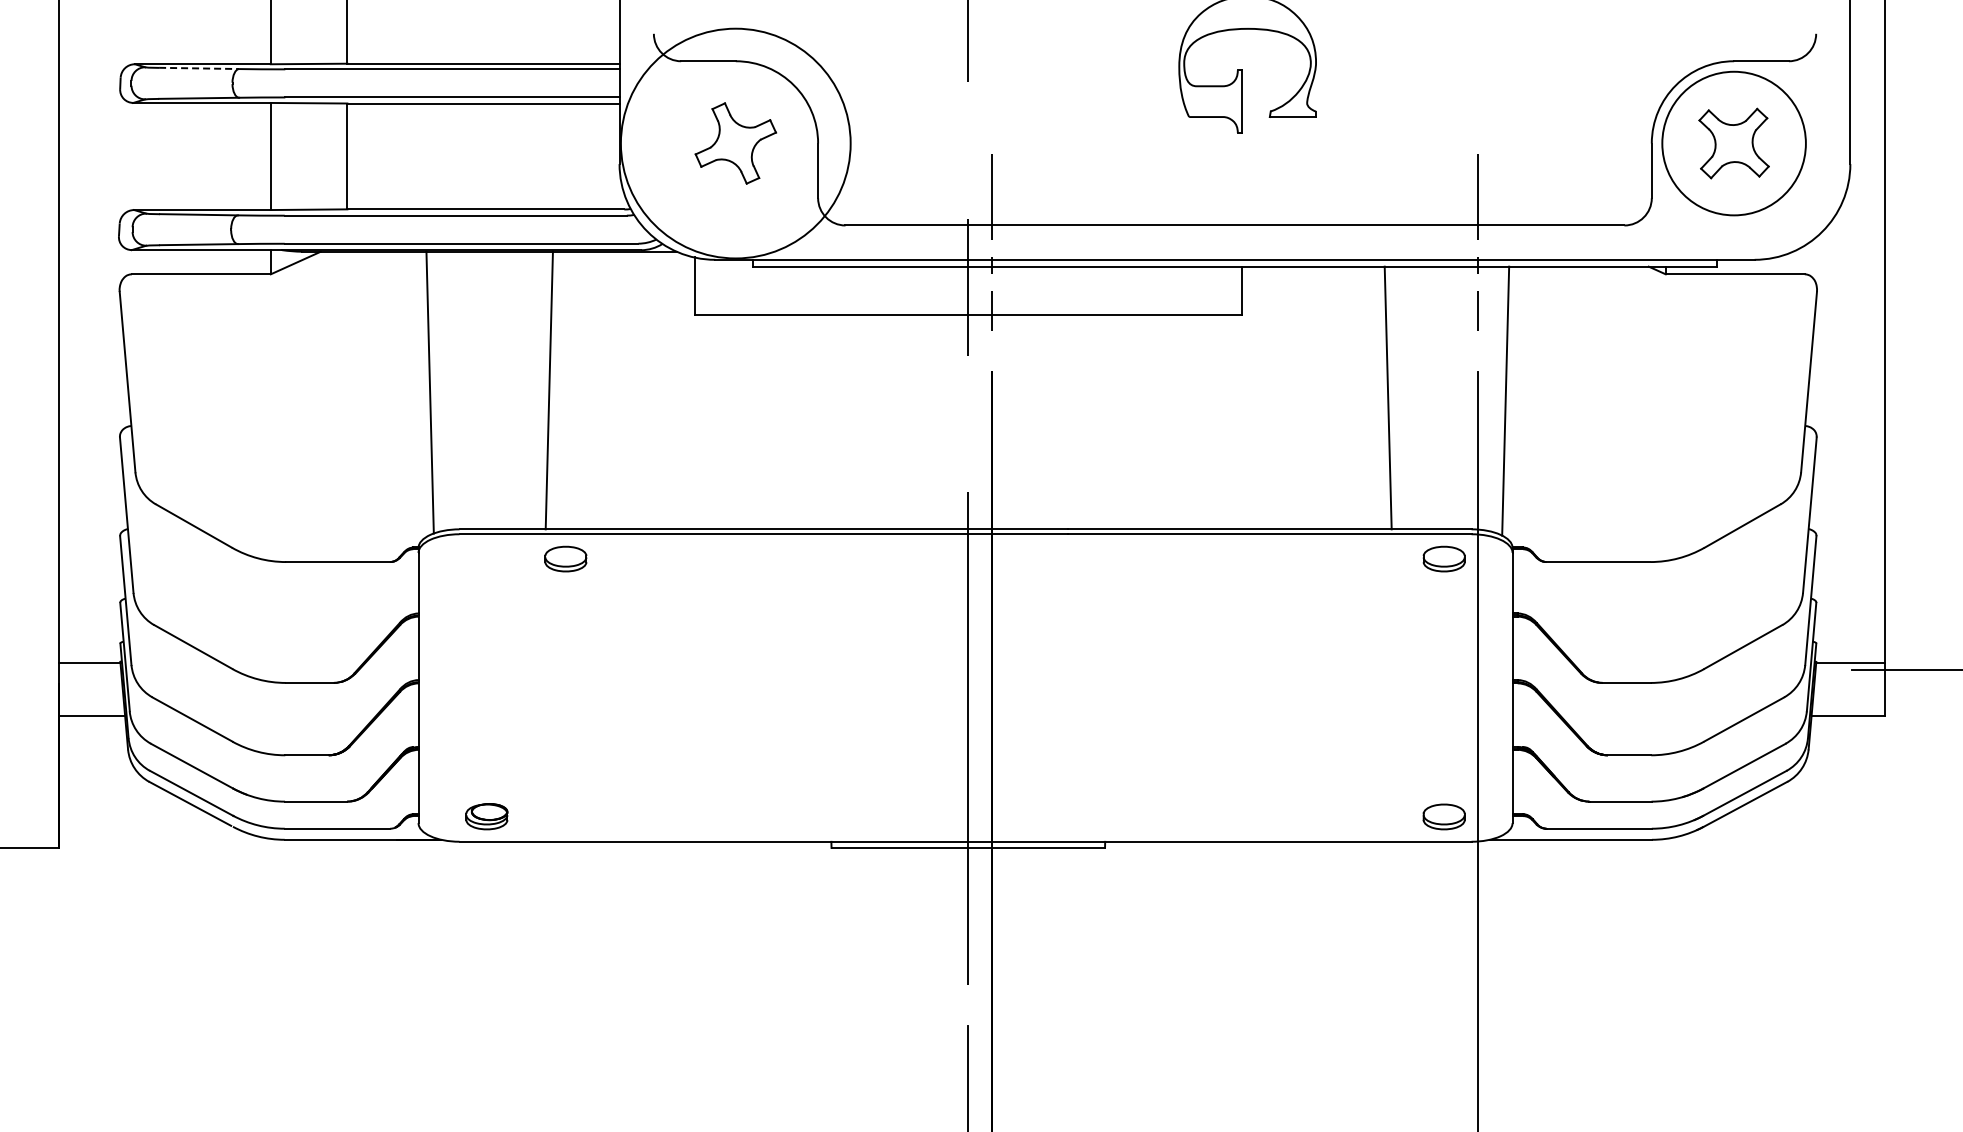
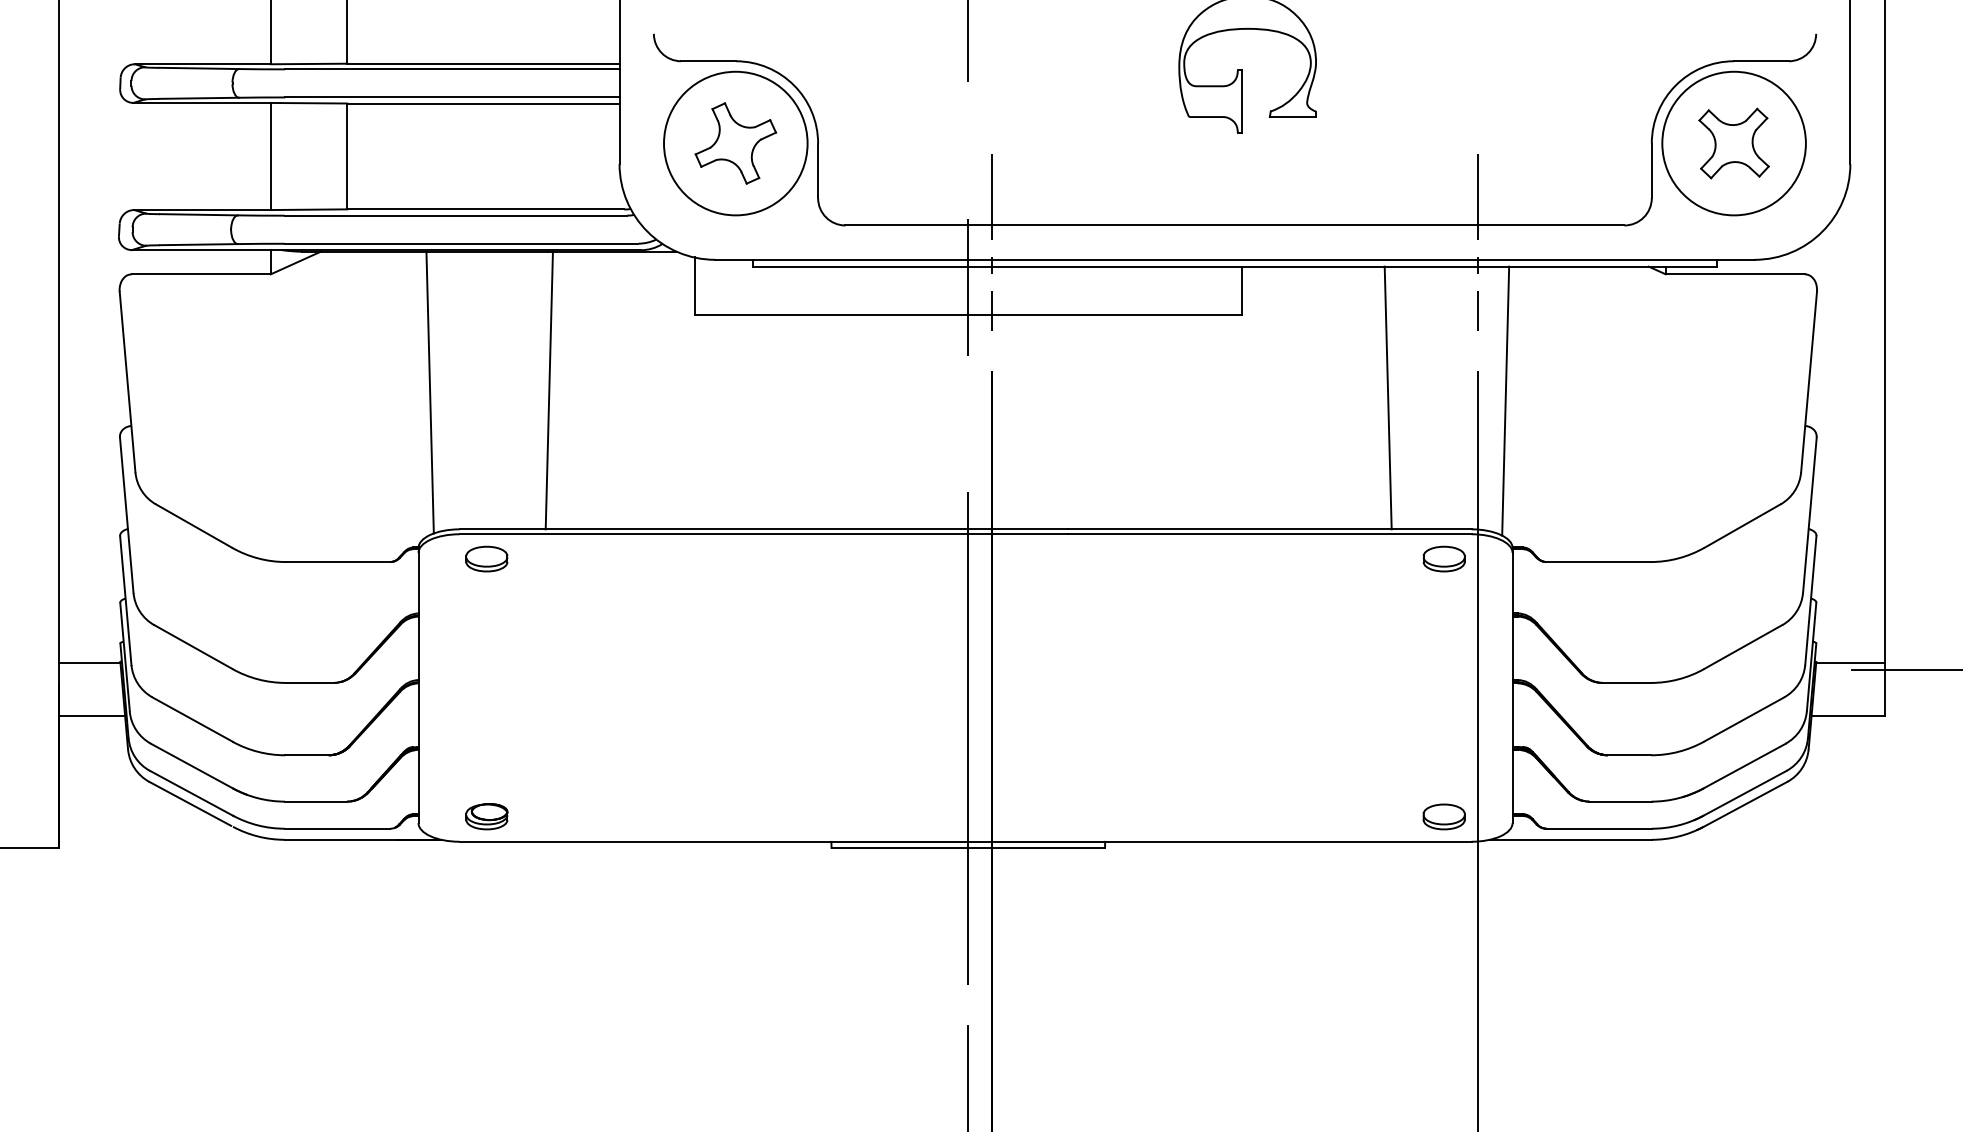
line at (199, 68): dashed -> solid
circle at (735, 143) diameter: 230 px -> 144 px
part at (565, 558) position: (565, 558) -> (486, 558)
